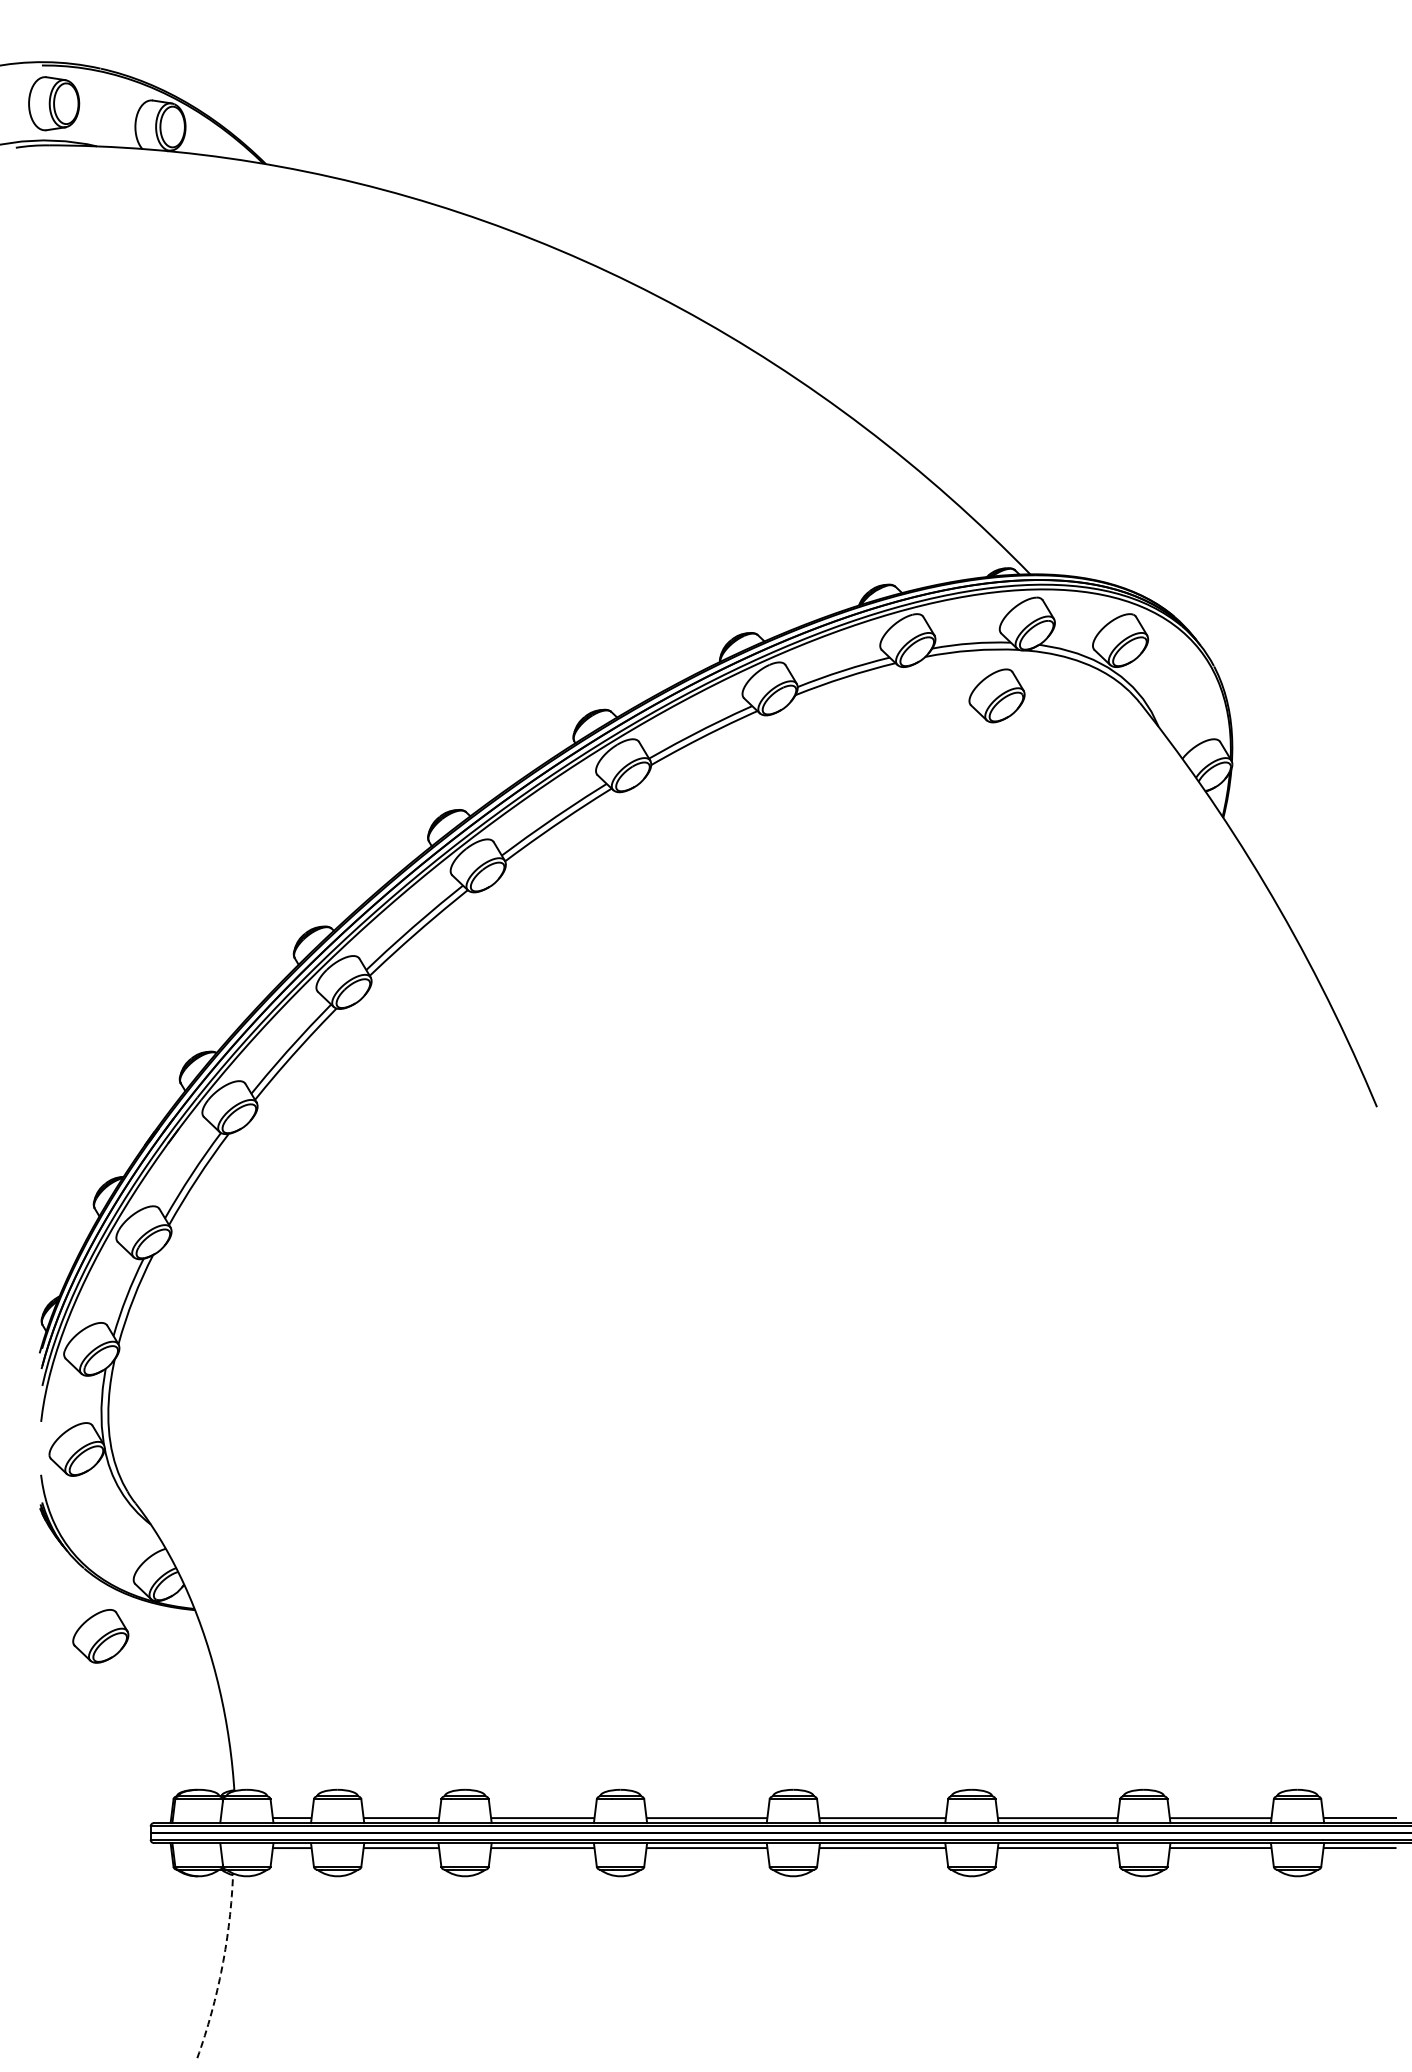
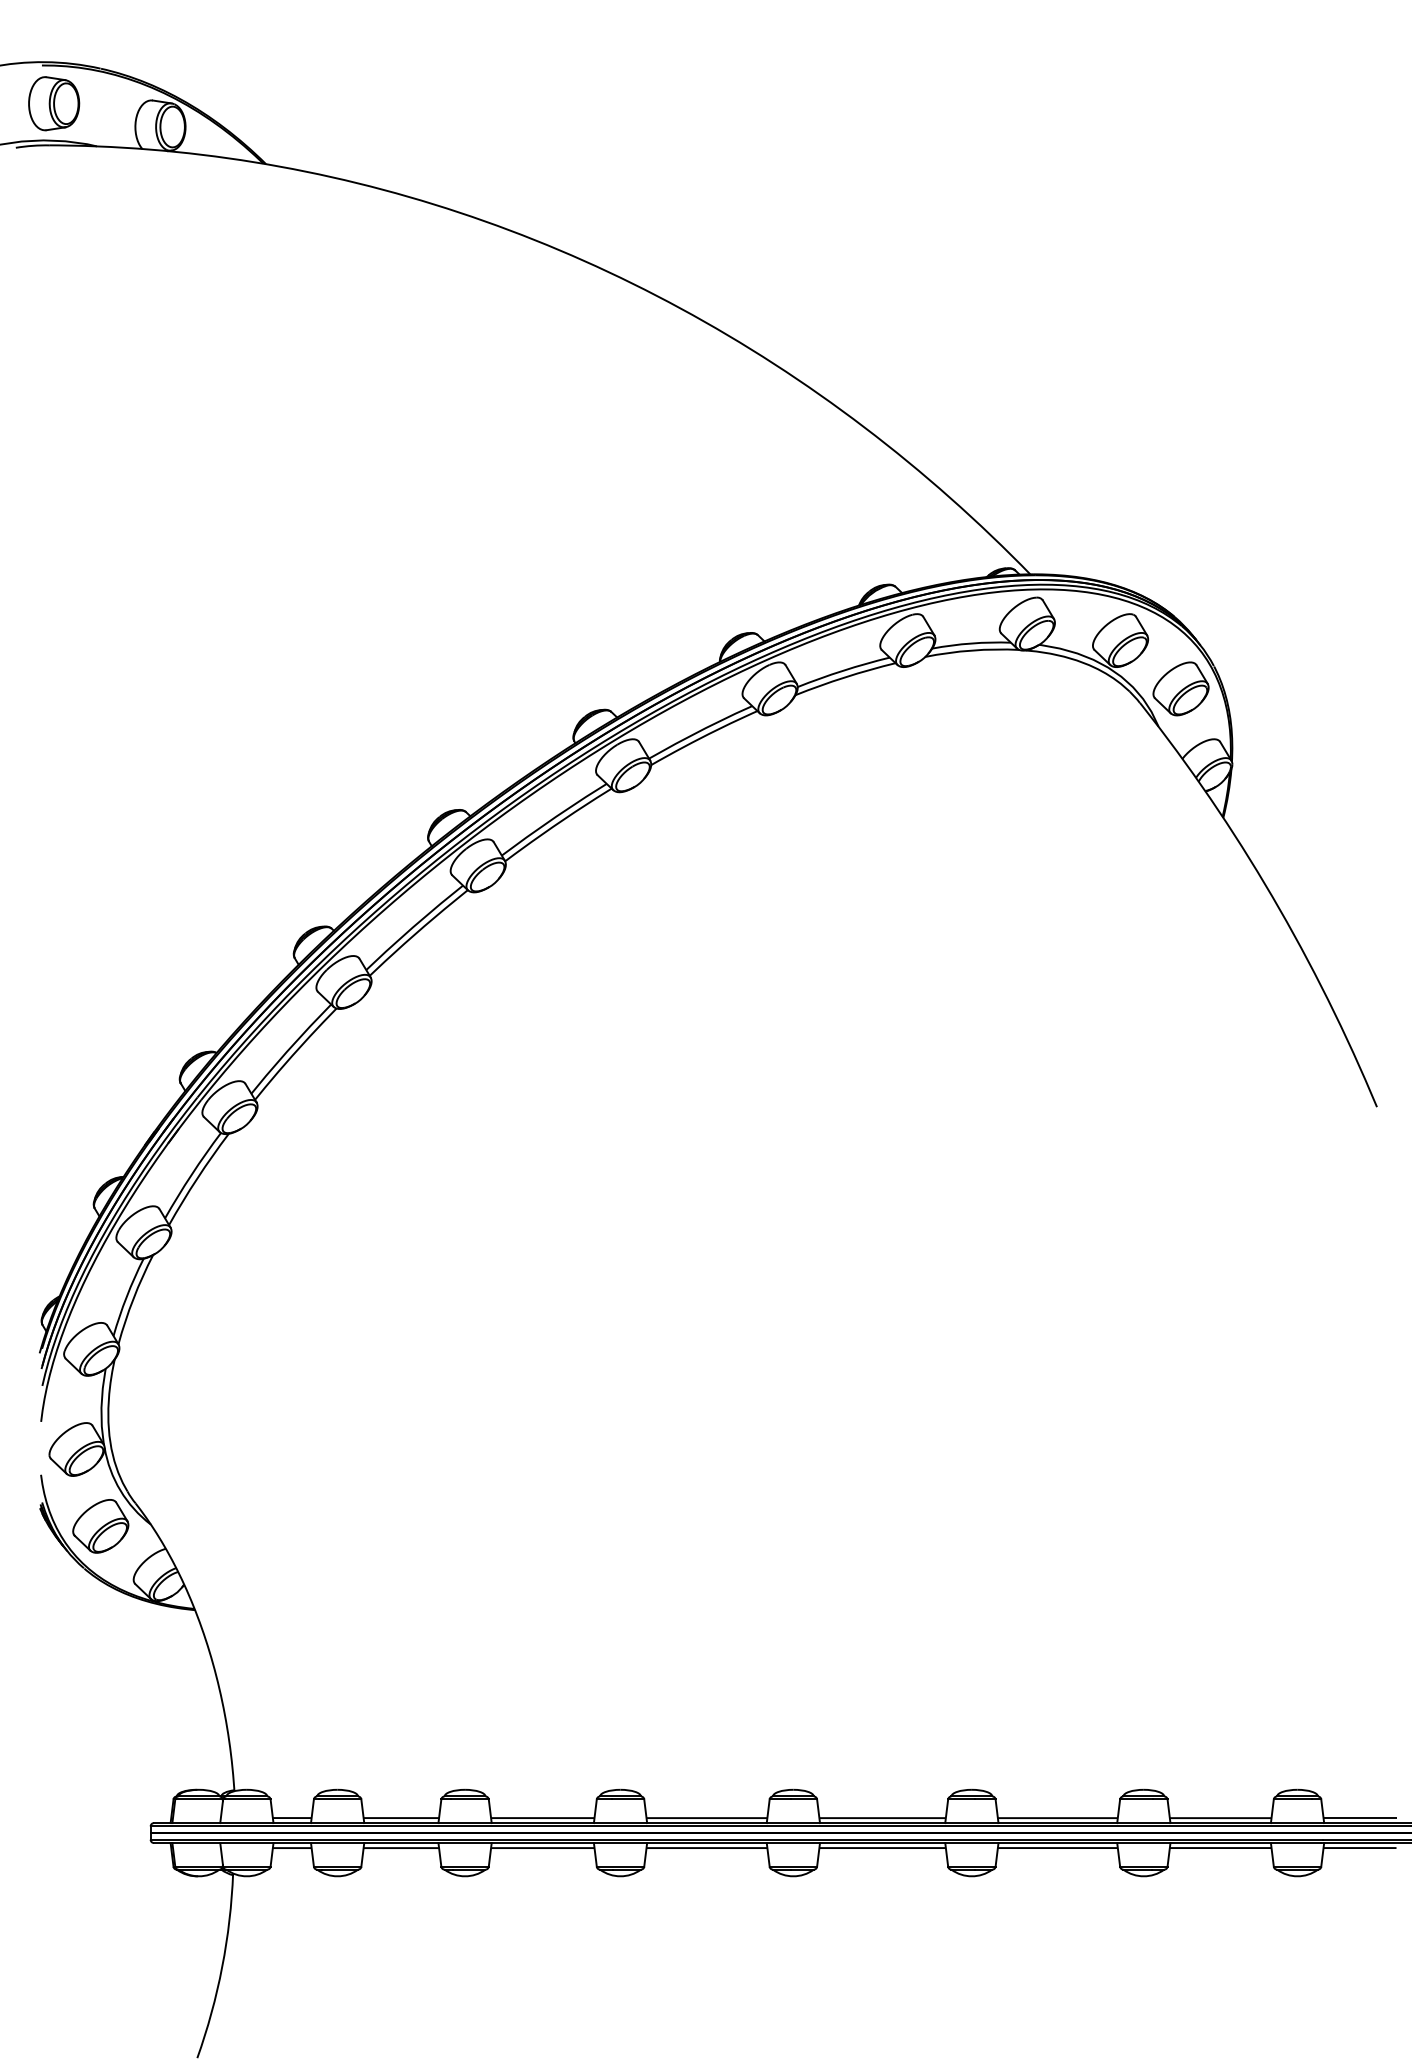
part at (996, 695) position: (996, 695) -> (1180, 688)
part at (100, 1636) position: (100, 1636) -> (100, 1526)
arc at (222, 1967): dashed -> solid
